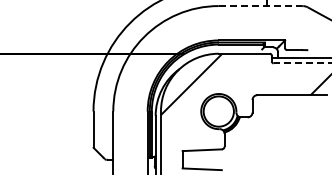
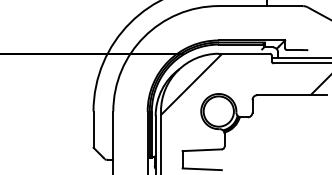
line at (260, 6): dashed -> solid
line at (302, 63): dashed -> solid
